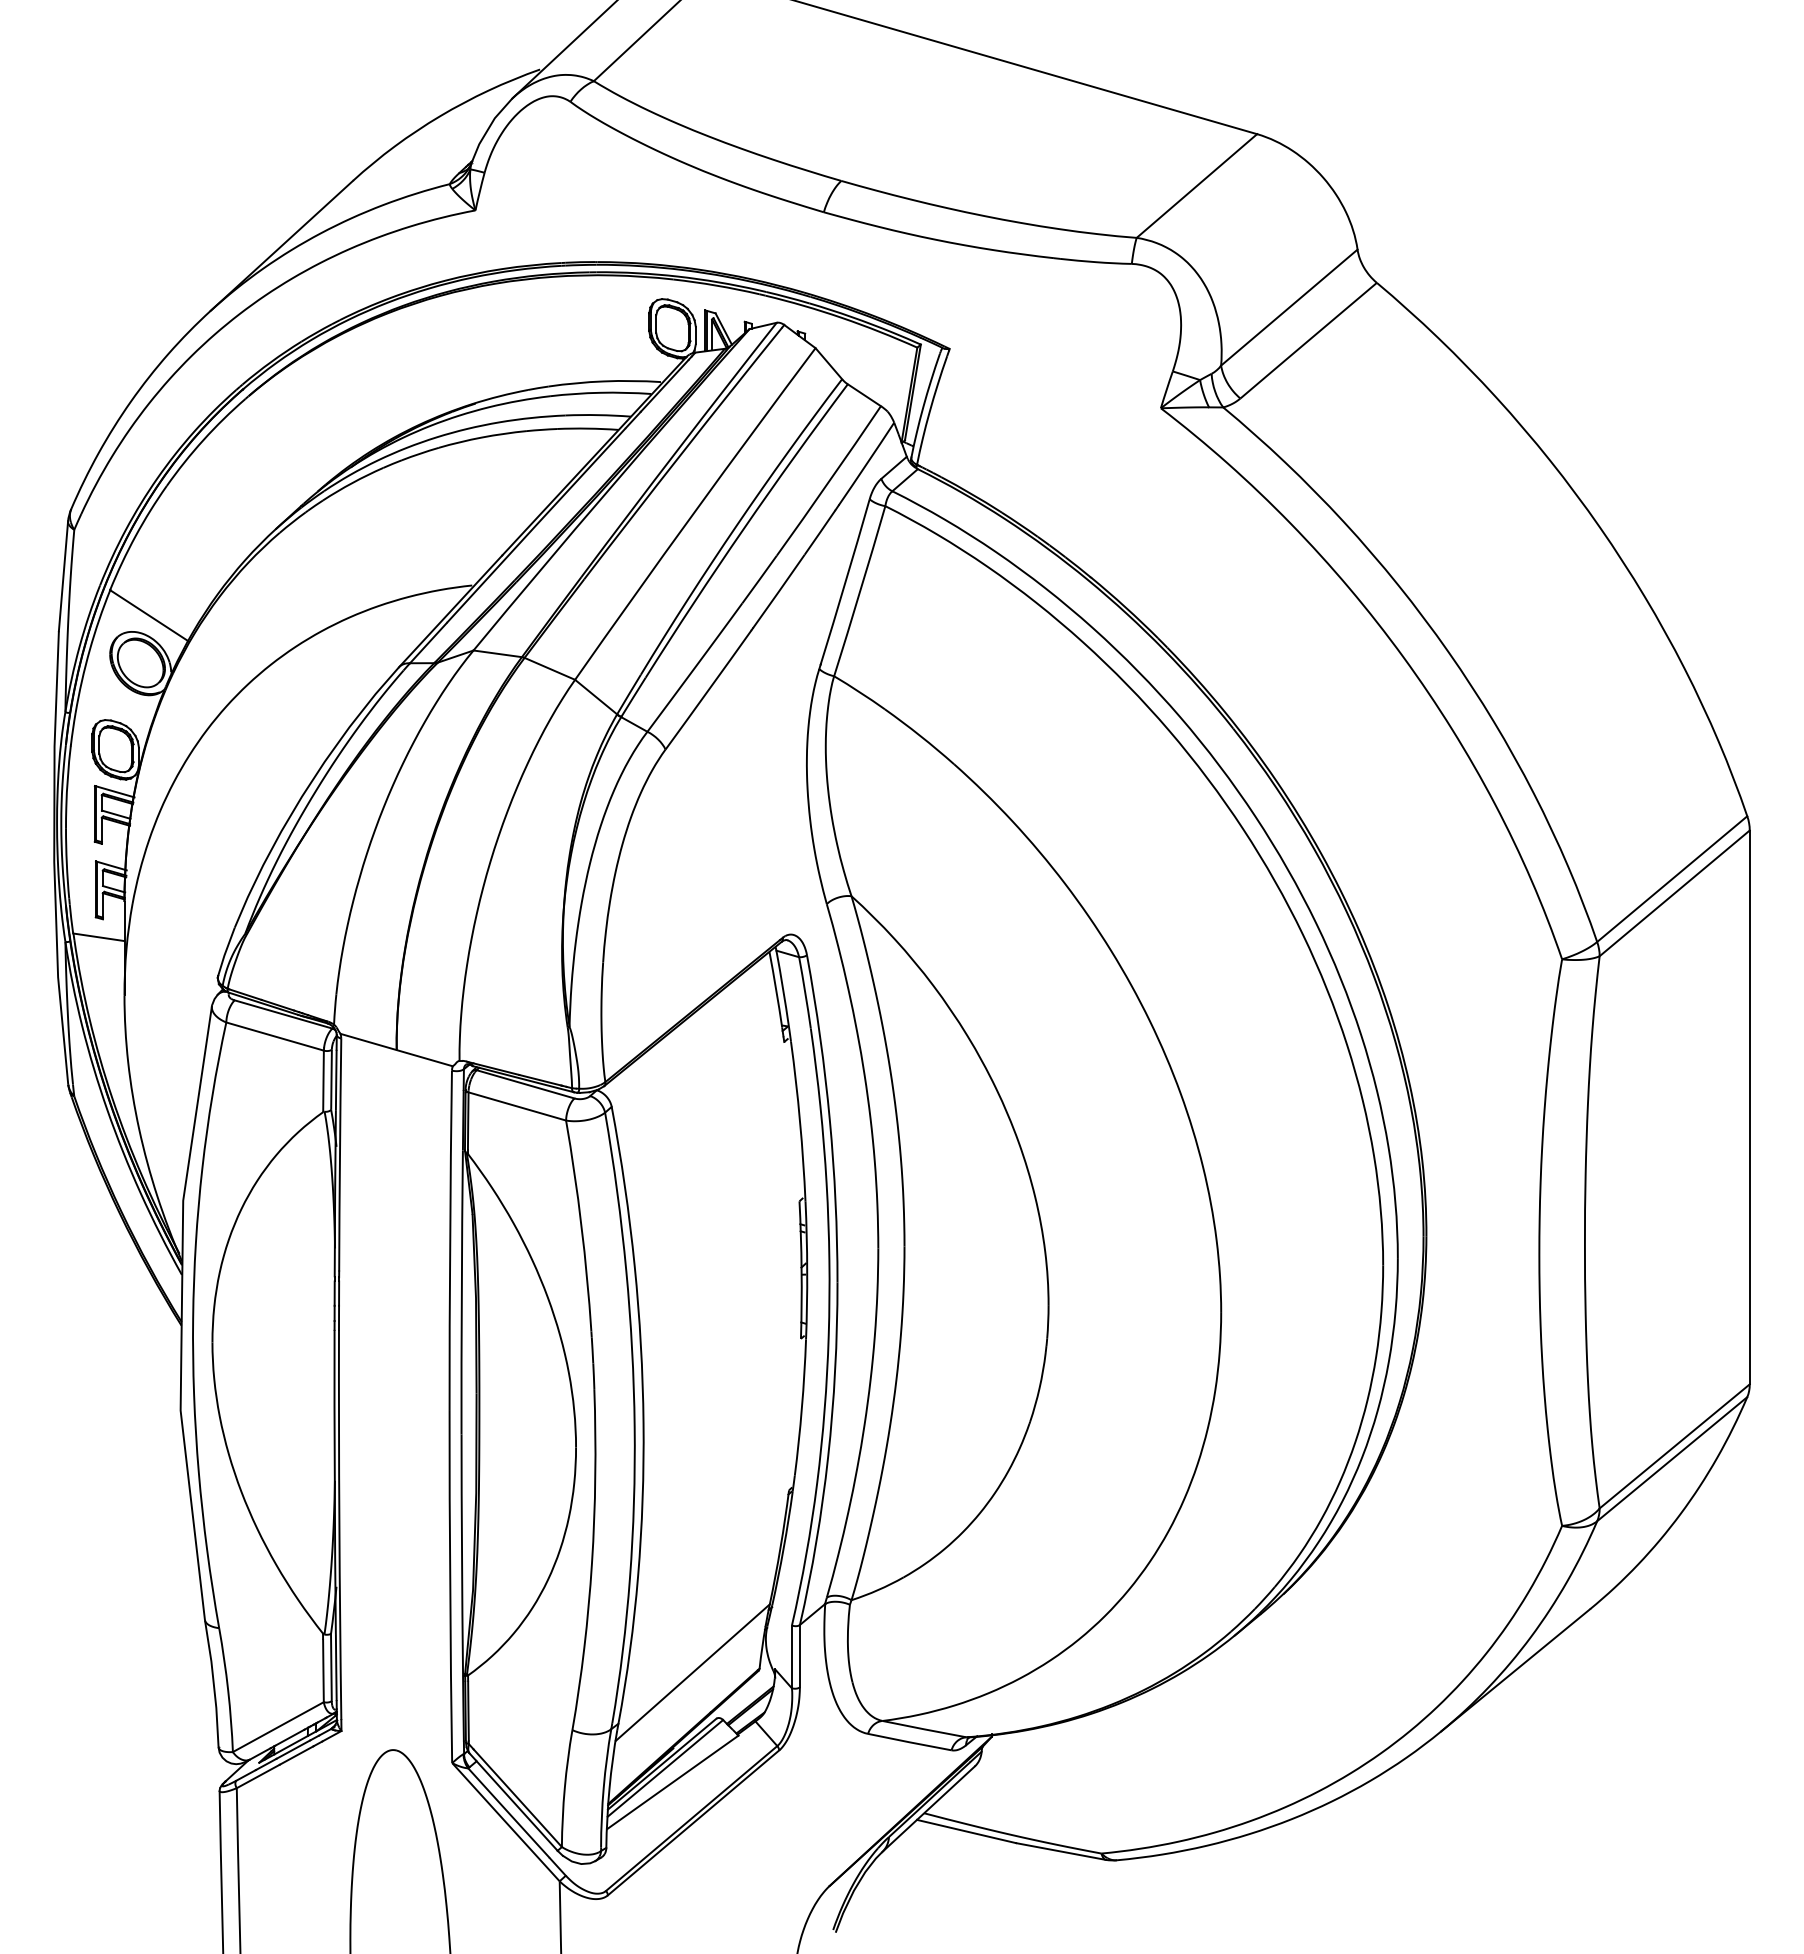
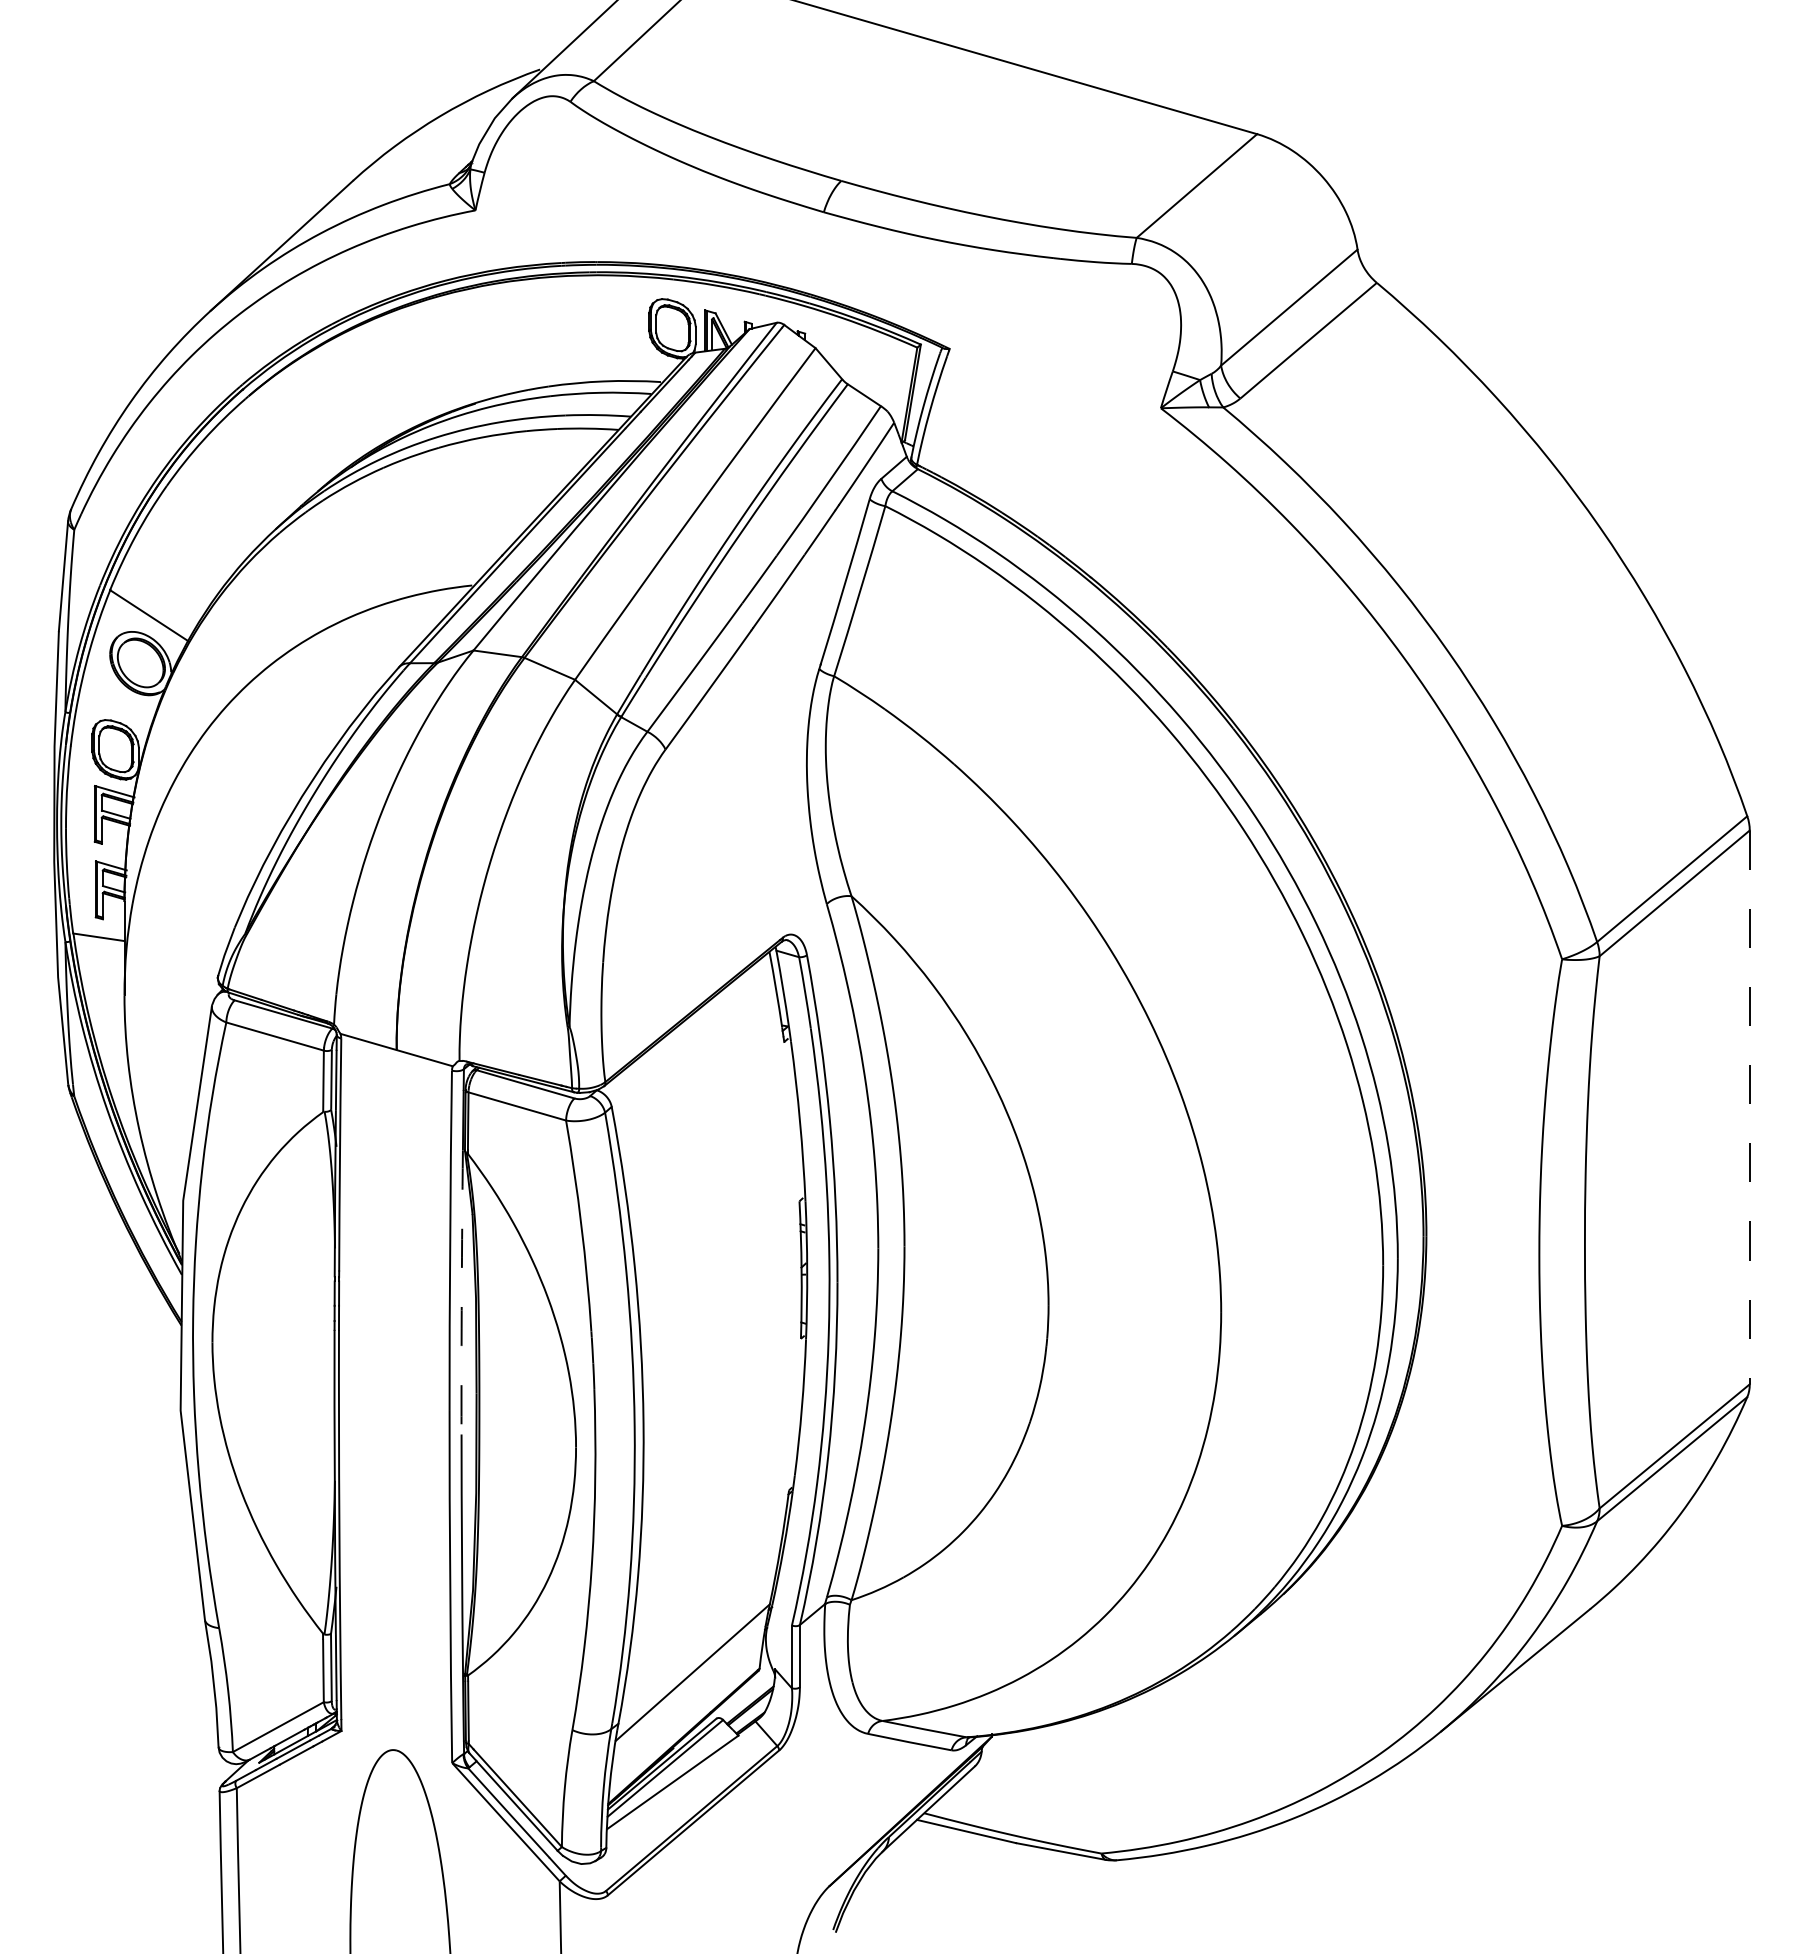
line at (1749, 1107): solid -> dashed
arc at (461, 1292): solid -> dashed
